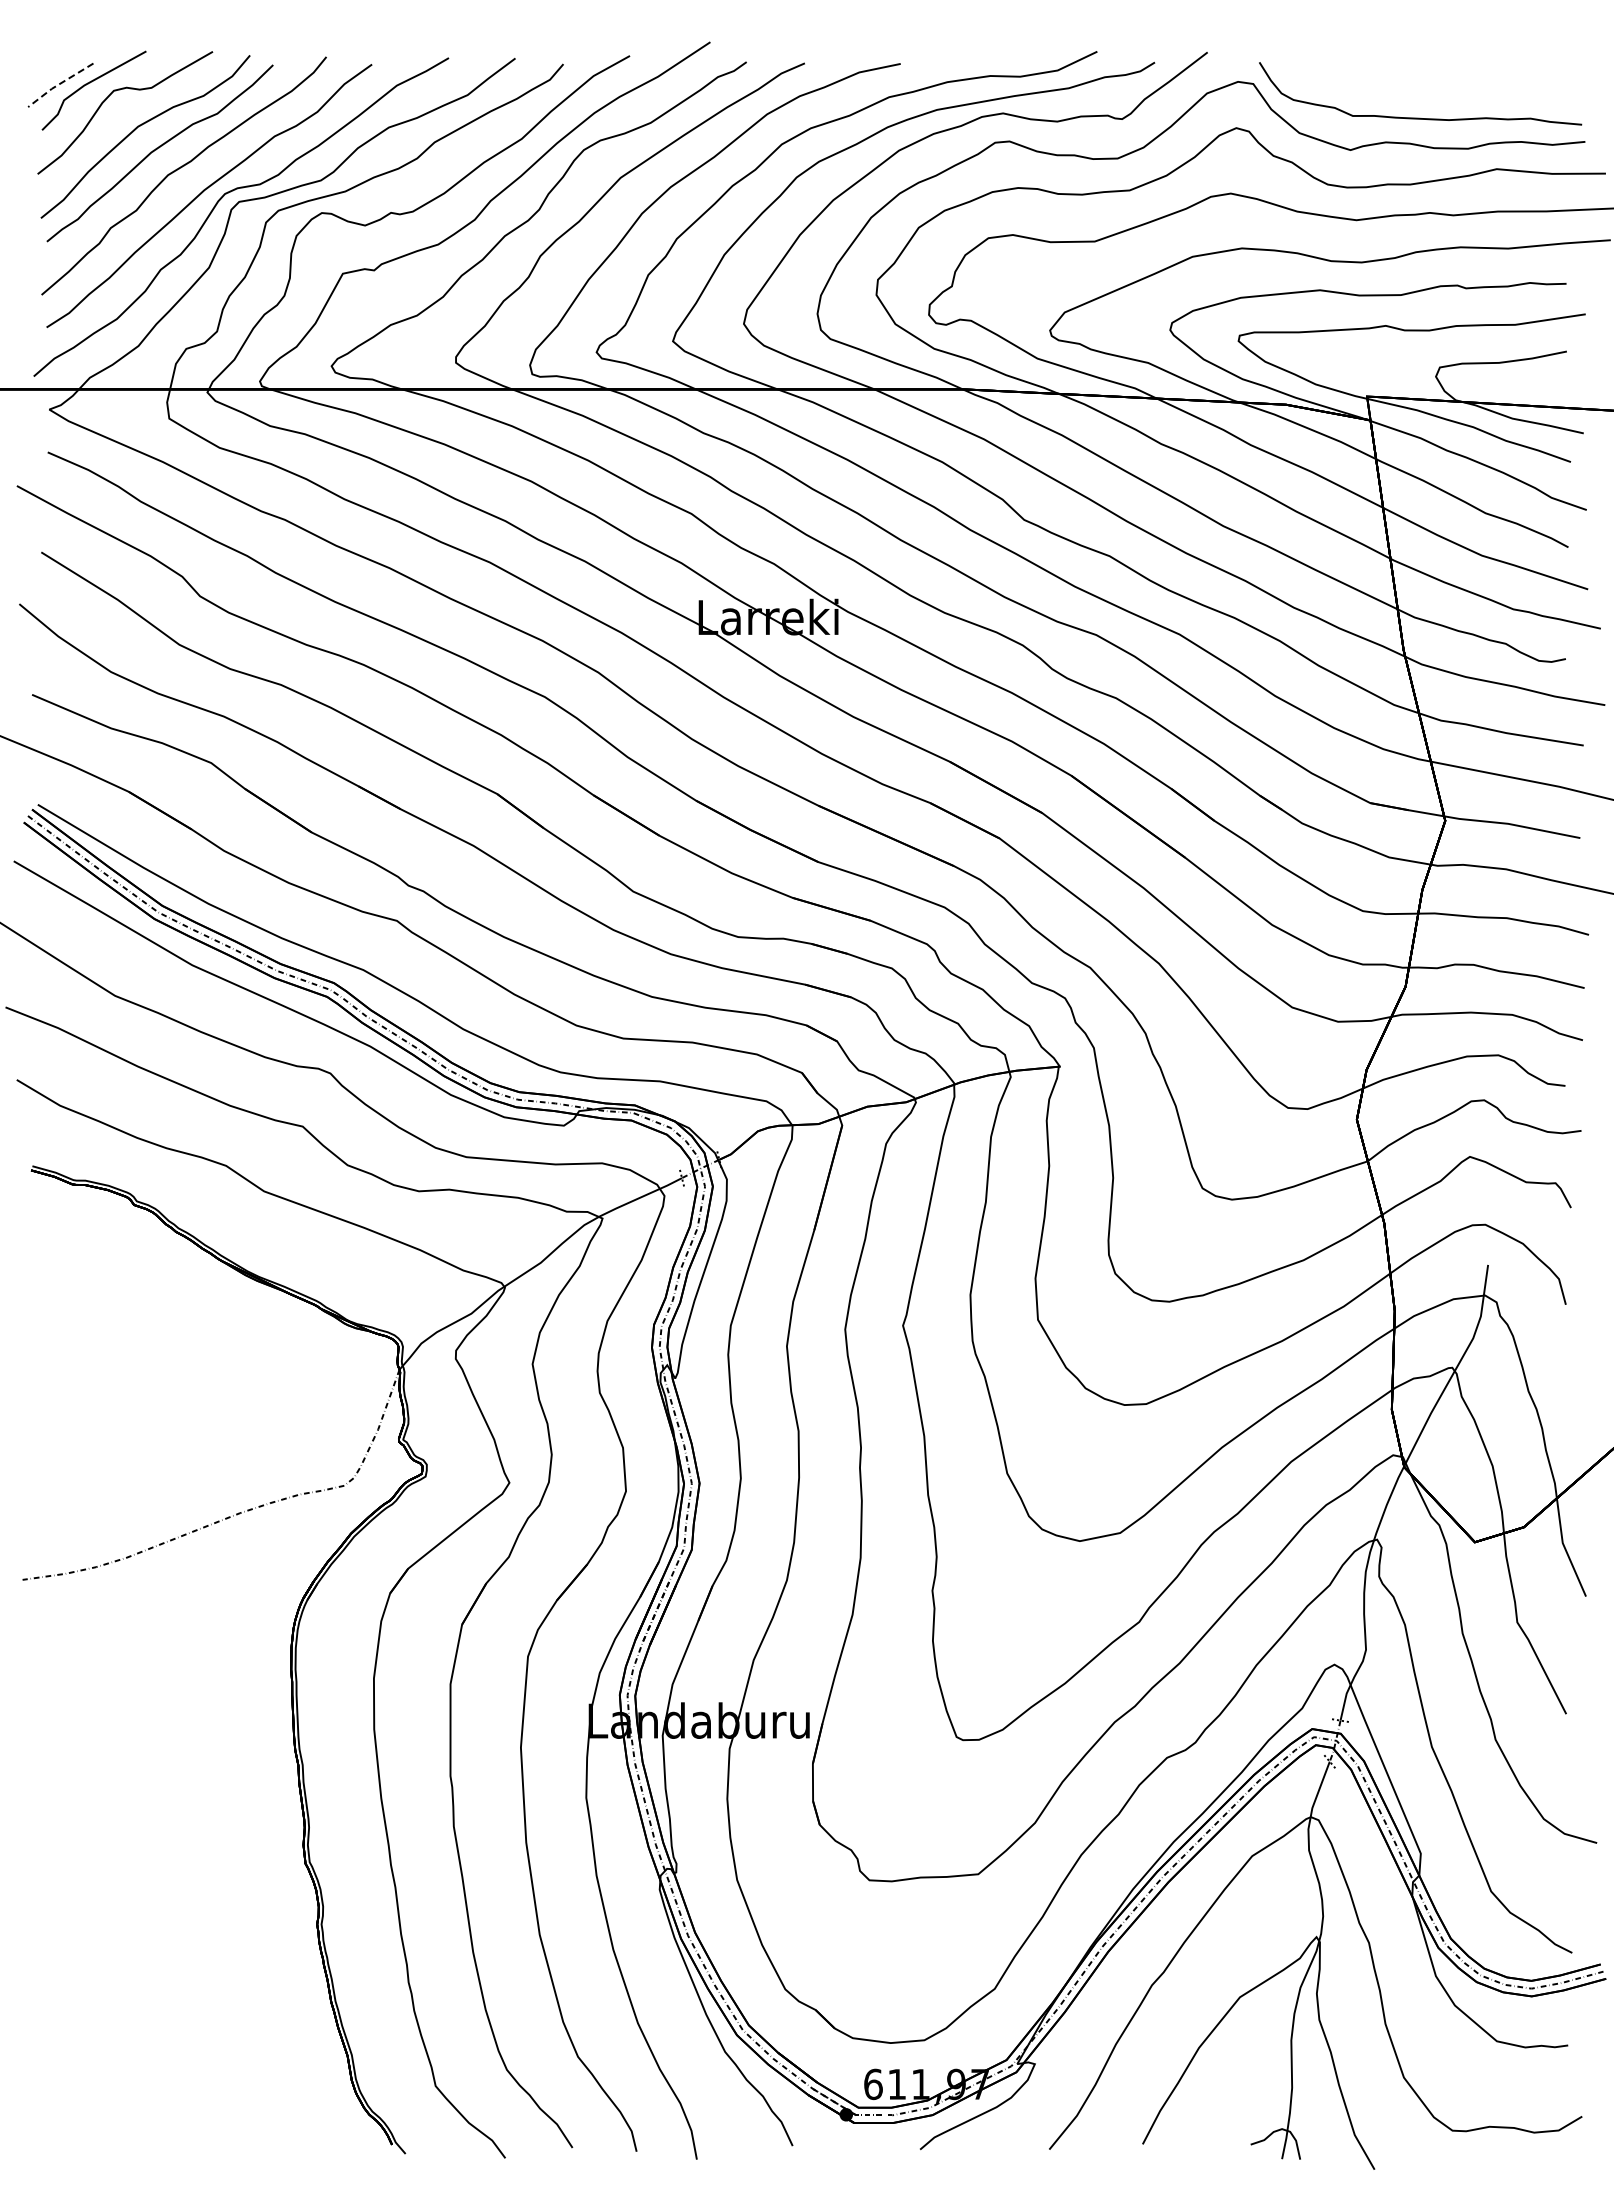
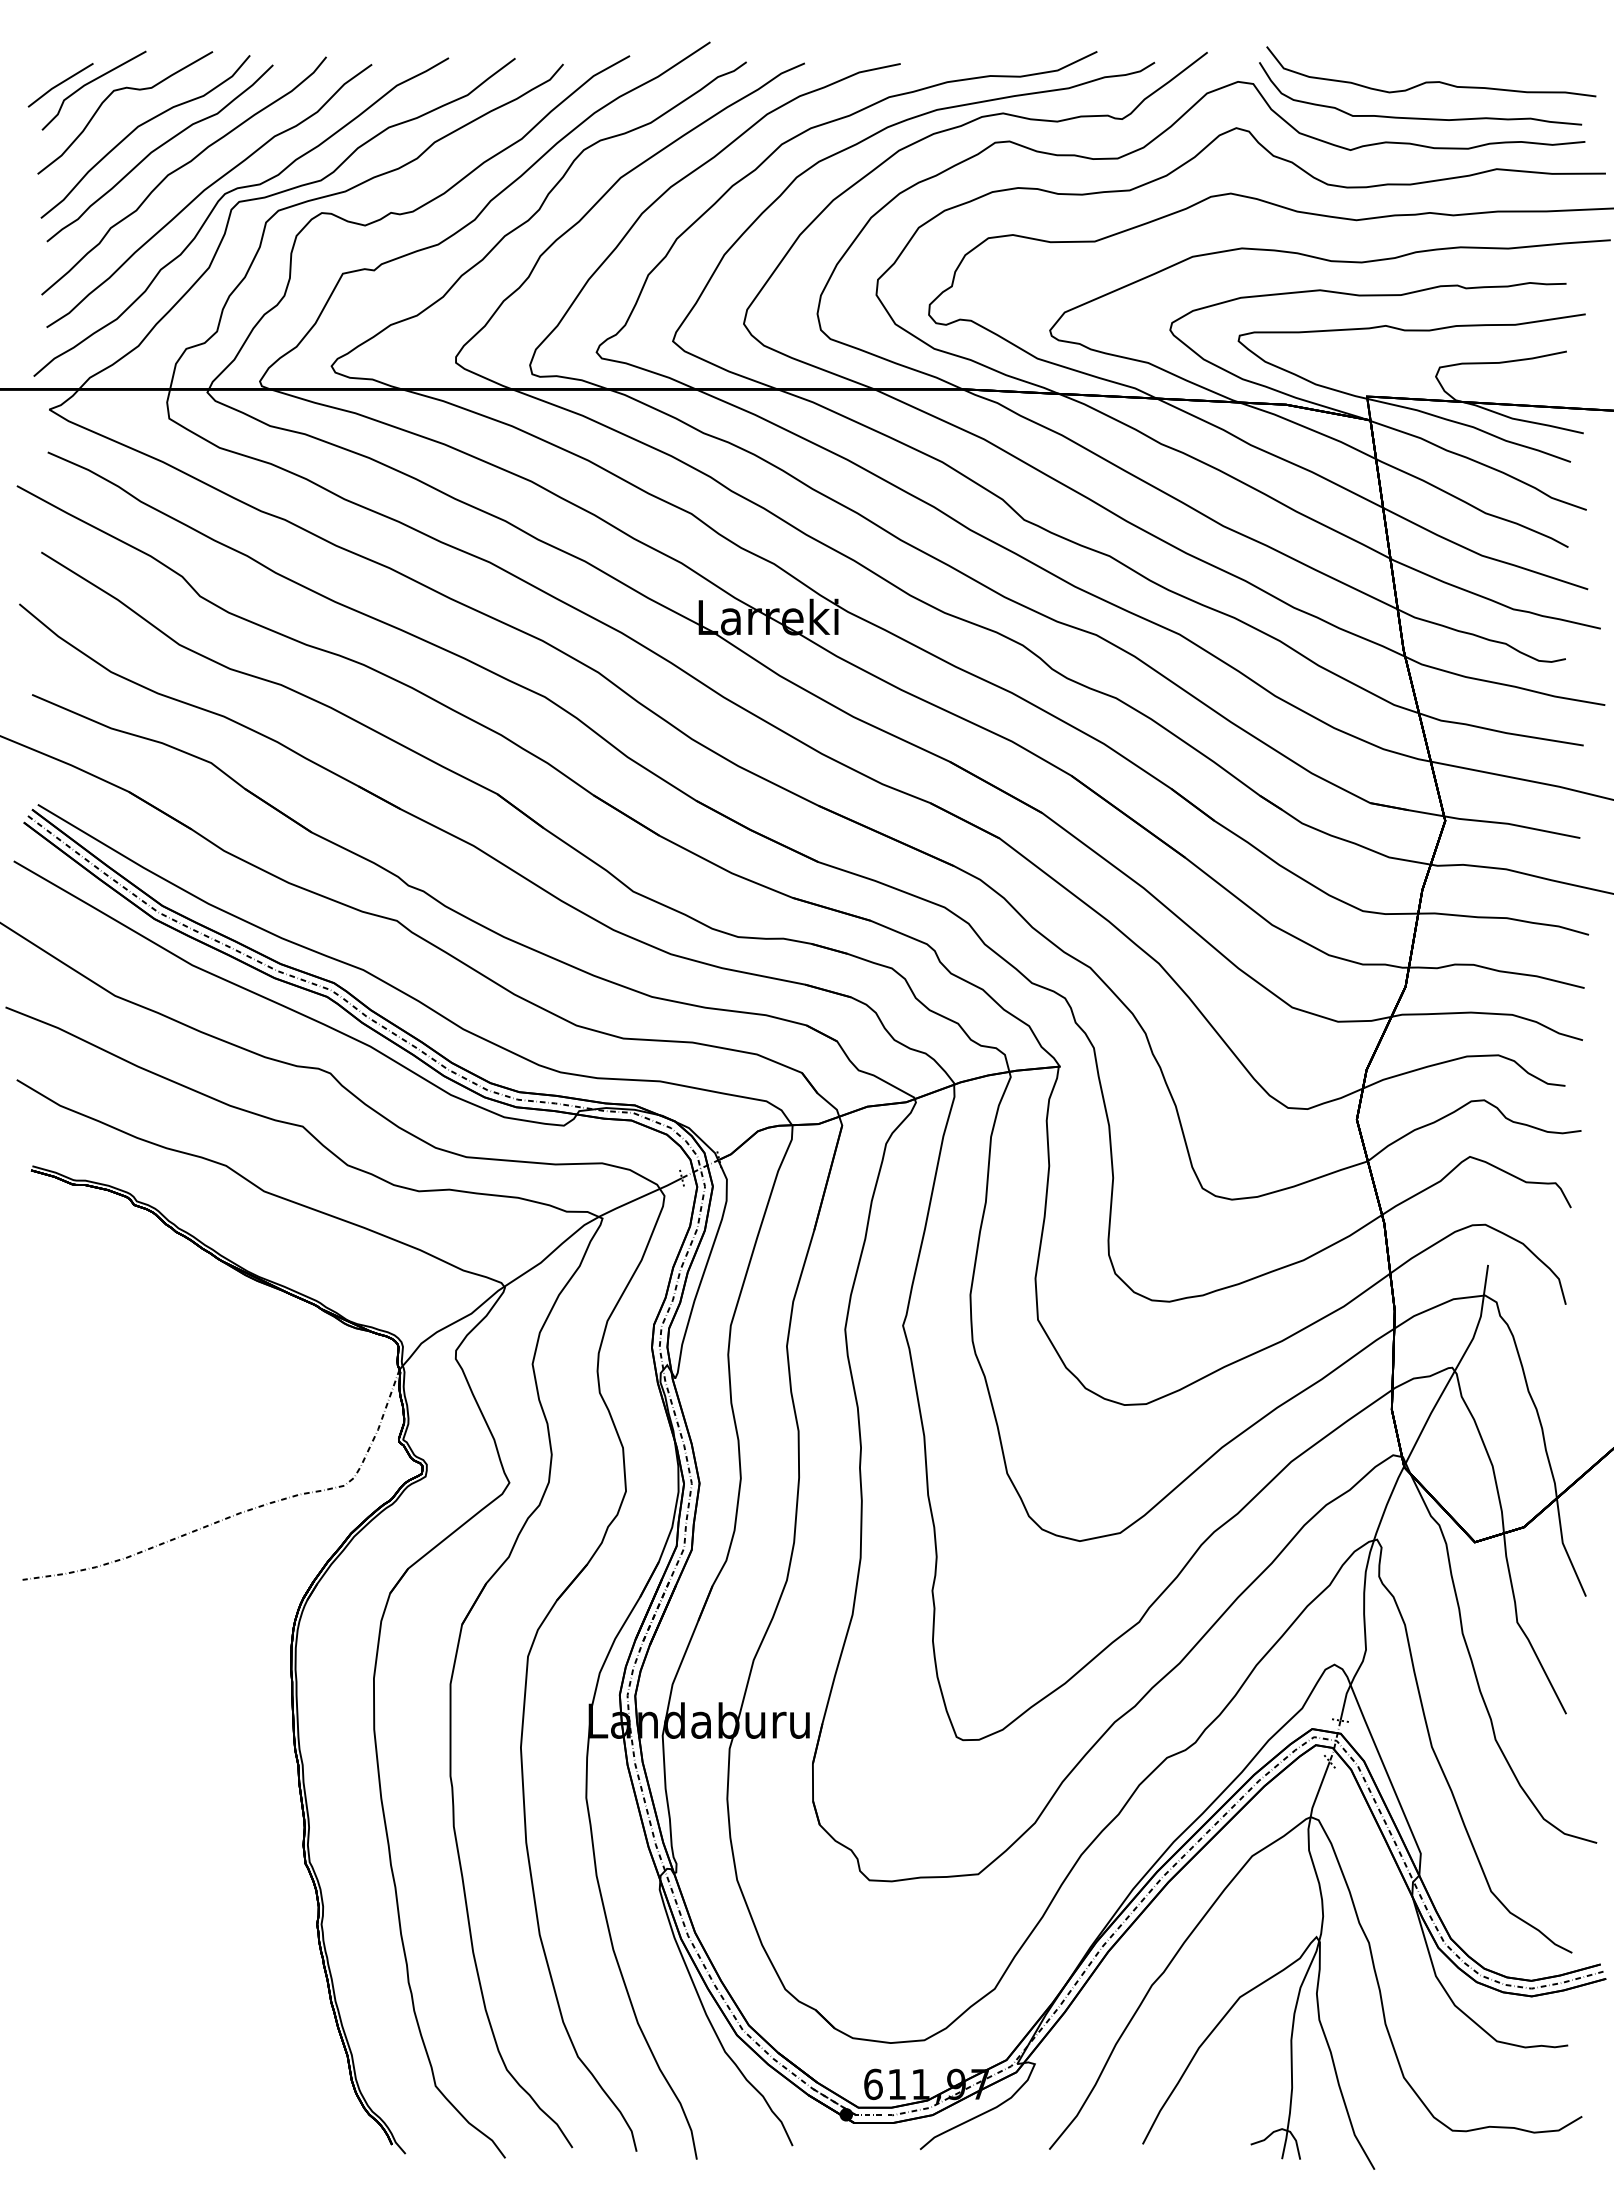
curve at (1431, 81): none -> present
line at (59, 84): dashed -> solid
